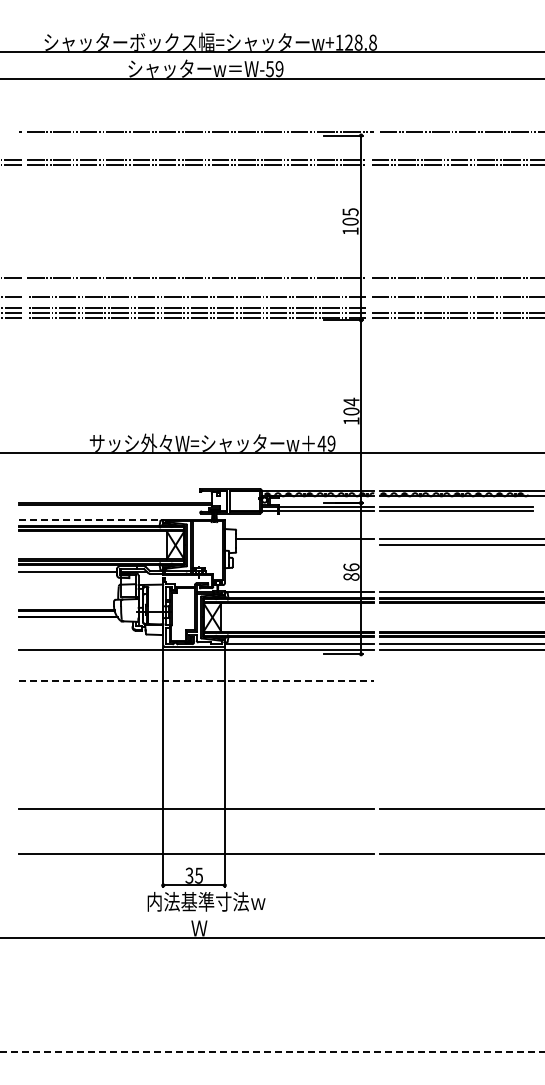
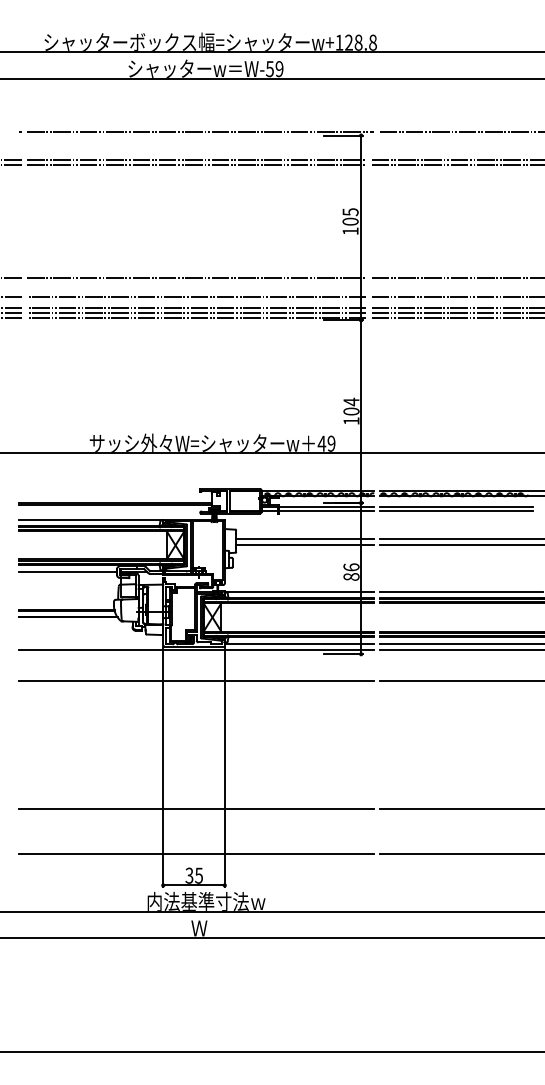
line at (456, 307): none -> present
line at (90, 520): dashed -> solid
line at (305, 544): none -> present
line at (196, 680): dashed -> solid
line at (460, 680): none -> present
line at (271, 911): none -> present
line at (272, 1052): dashed -> solid
